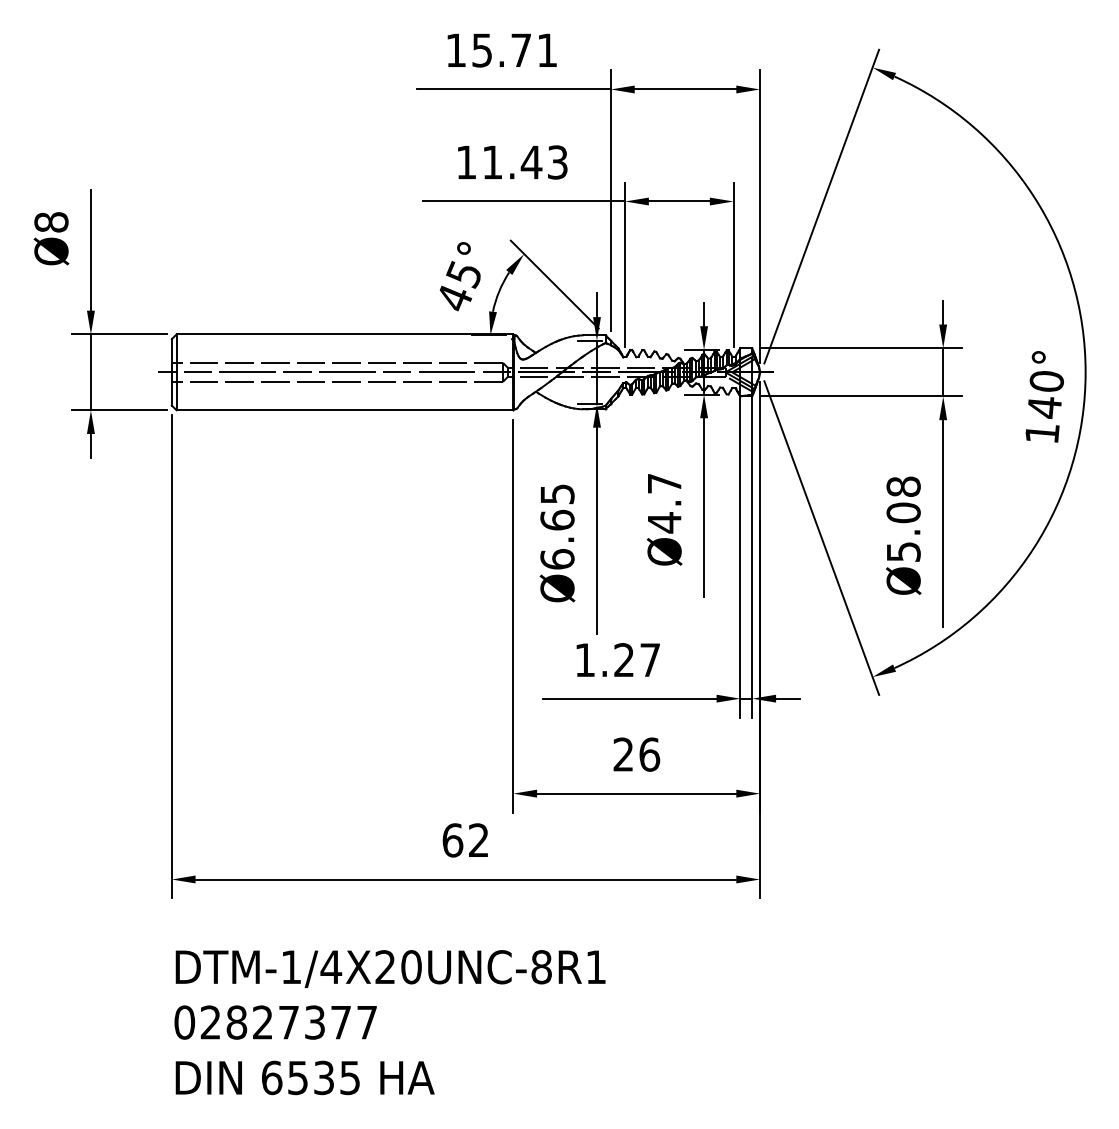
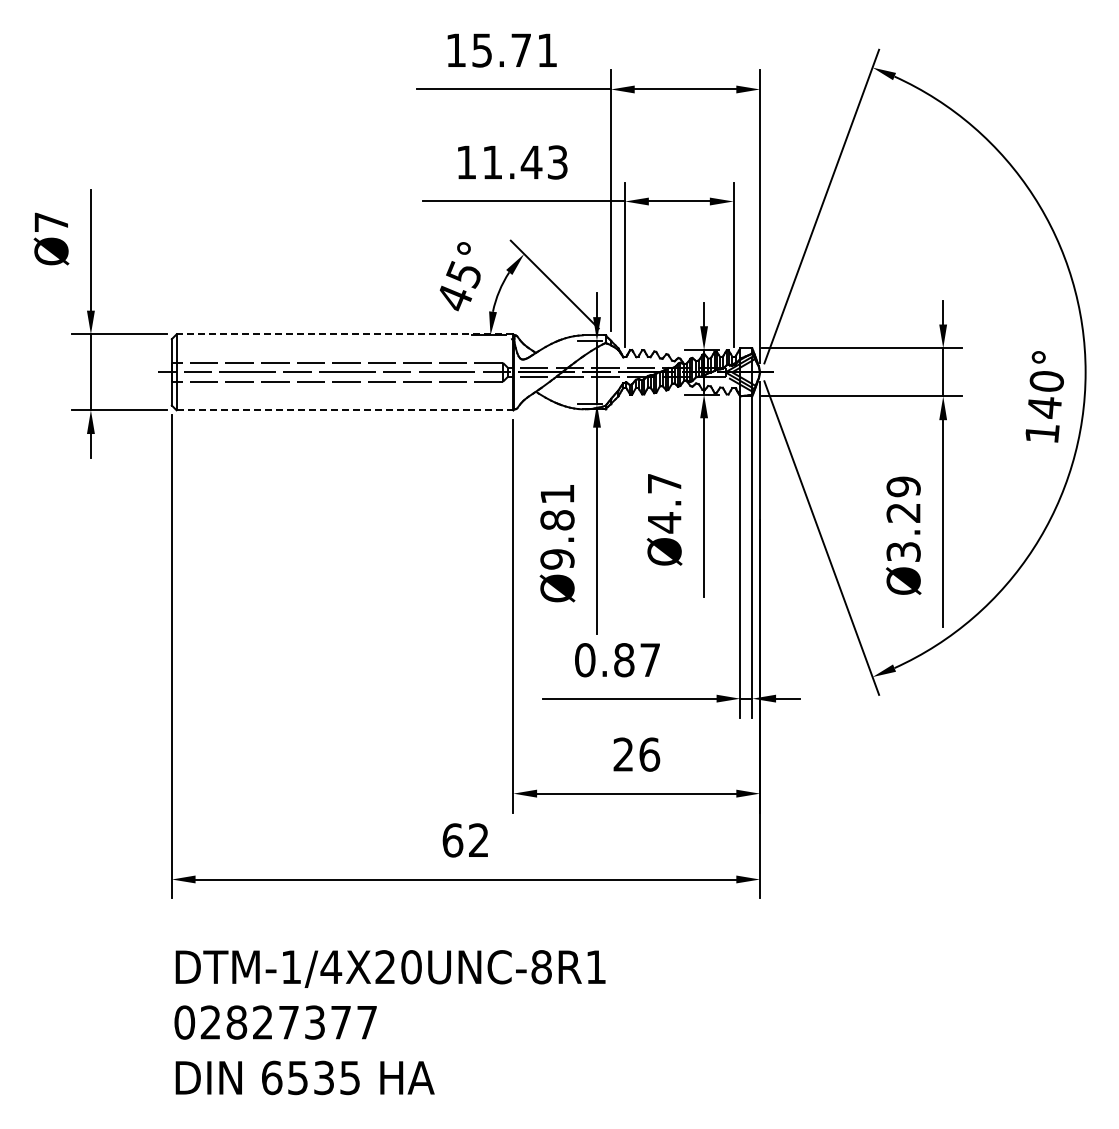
text at (51, 222): Ø8 -> Ø7
line at (344, 334): solid -> dashed
line at (345, 410): solid -> dashed
text at (903, 518): Ø5.08 -> Ø3.29
text at (557, 526): Ø6.65 -> Ø9.81
text at (604, 660): 1.27 -> 0.87
